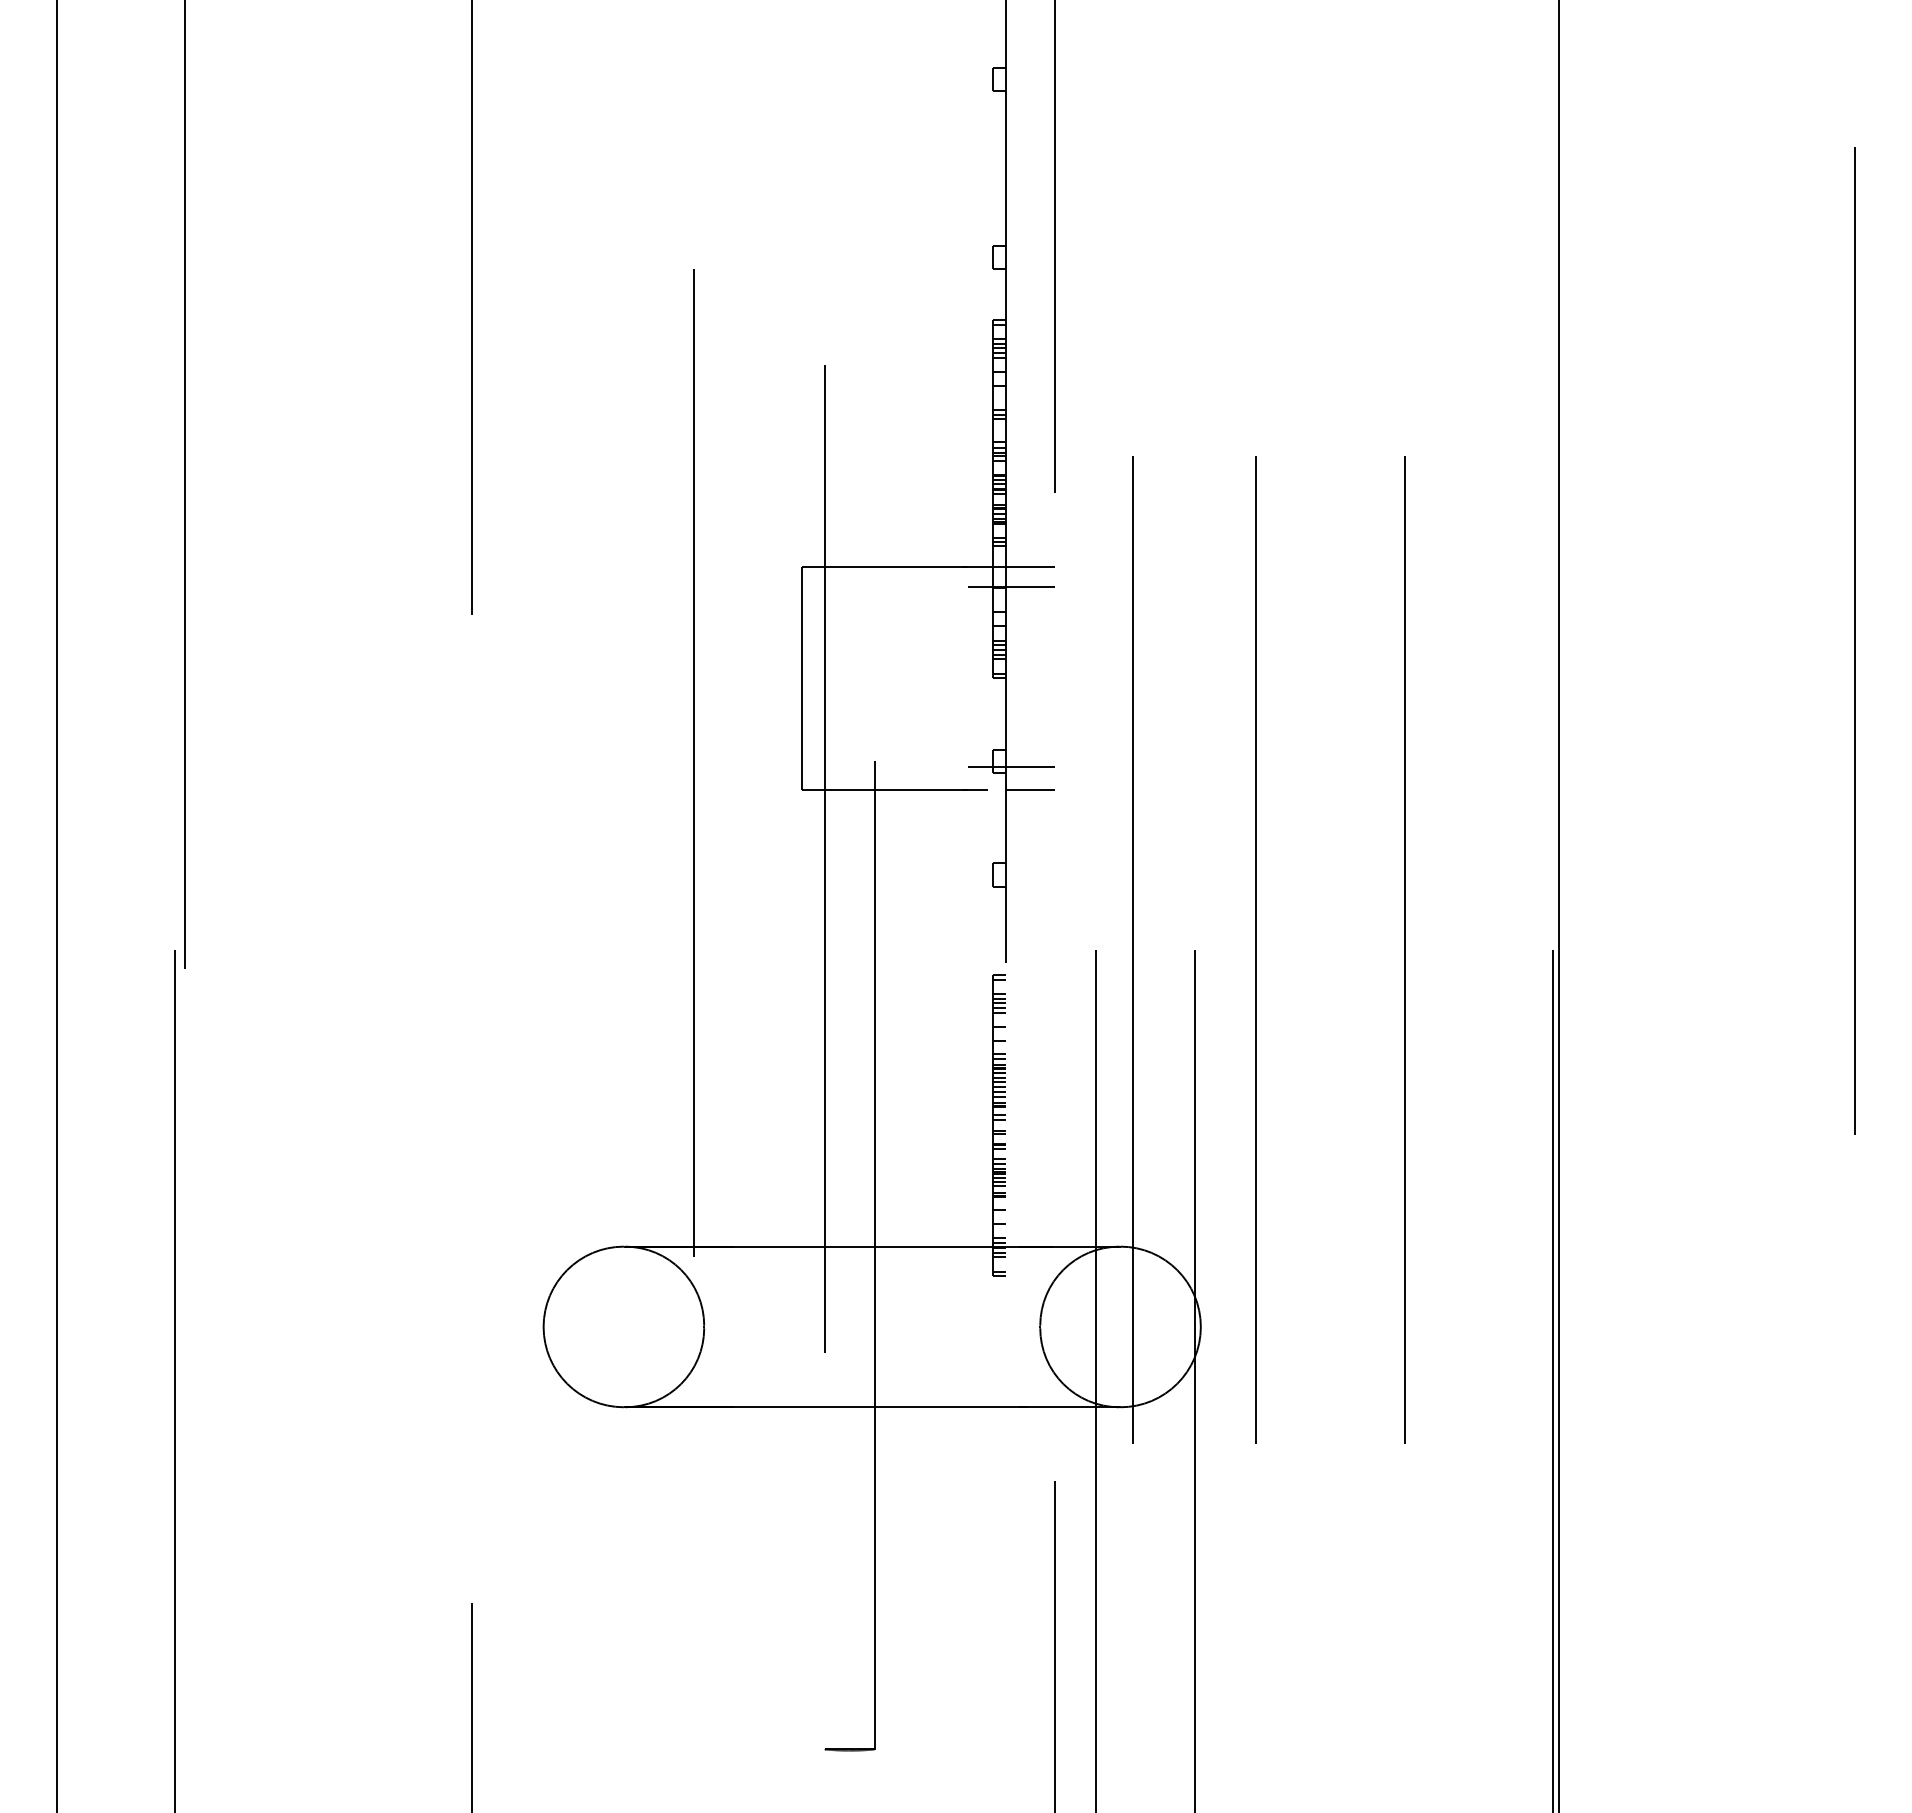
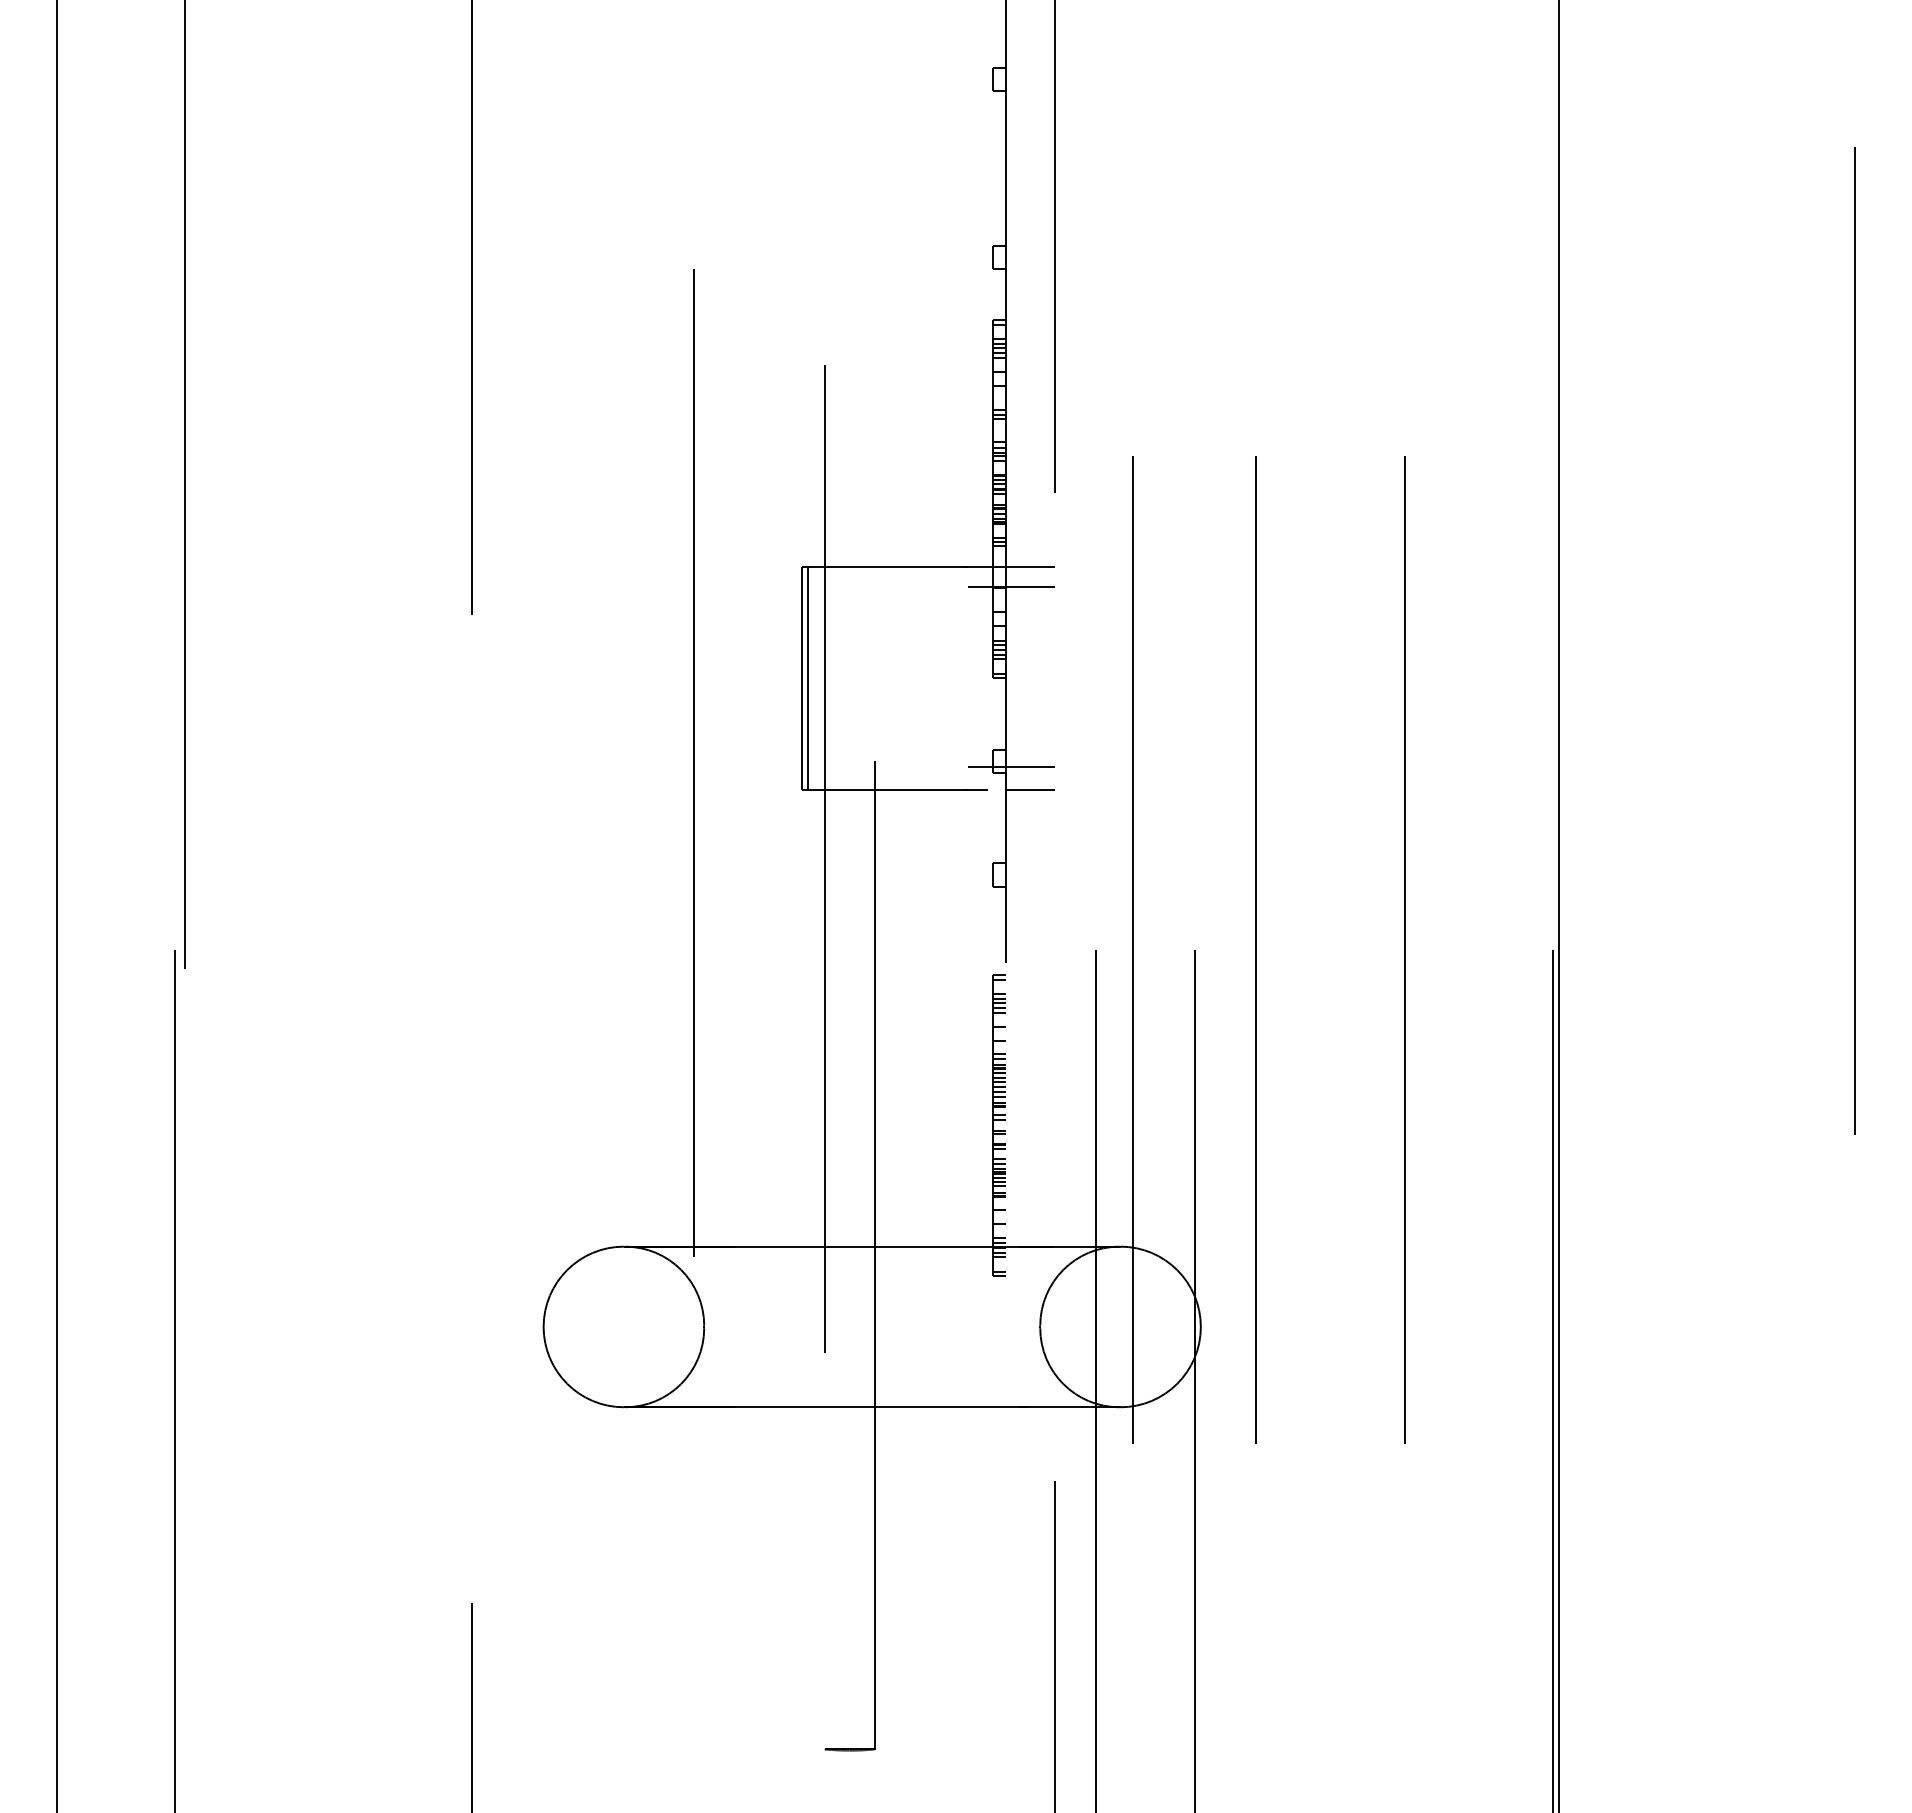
line at (807, 678): none -> present
